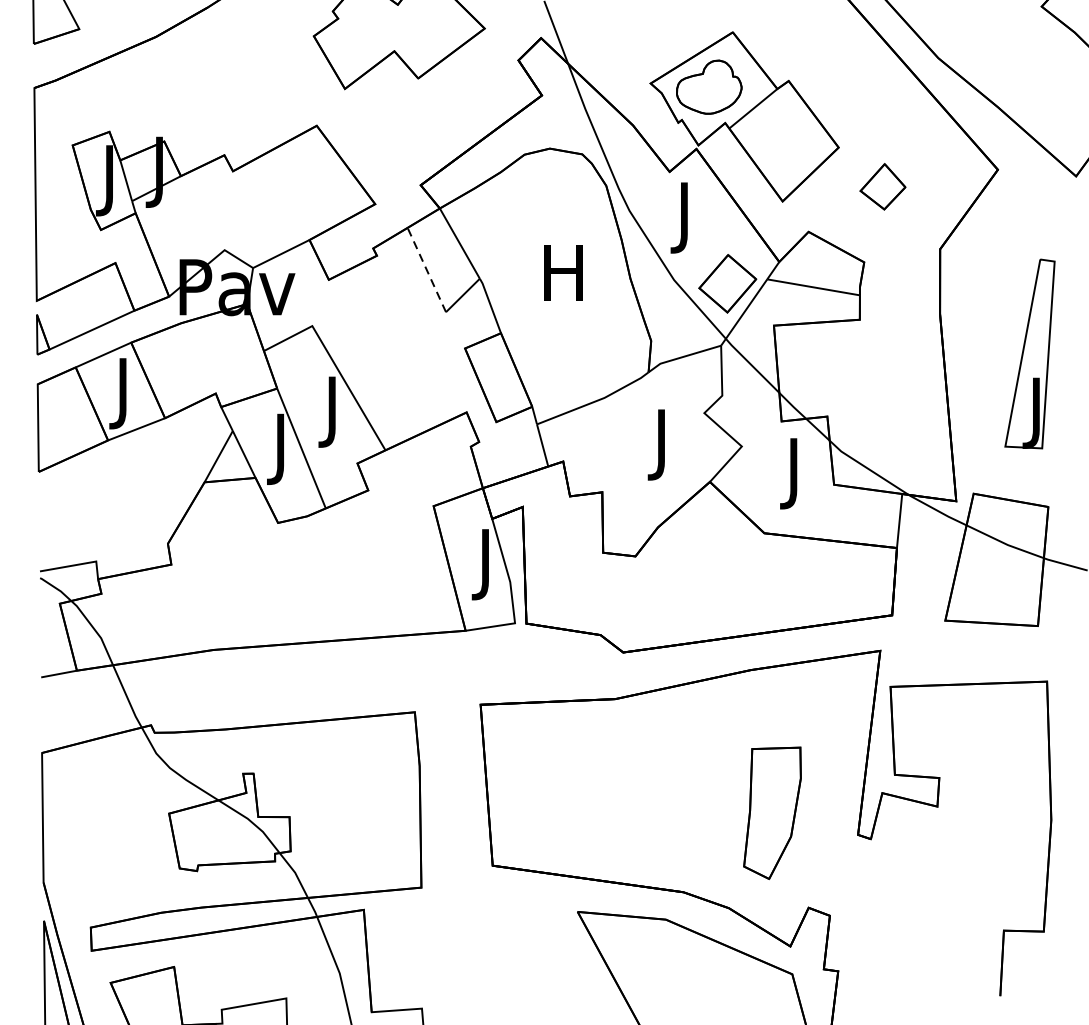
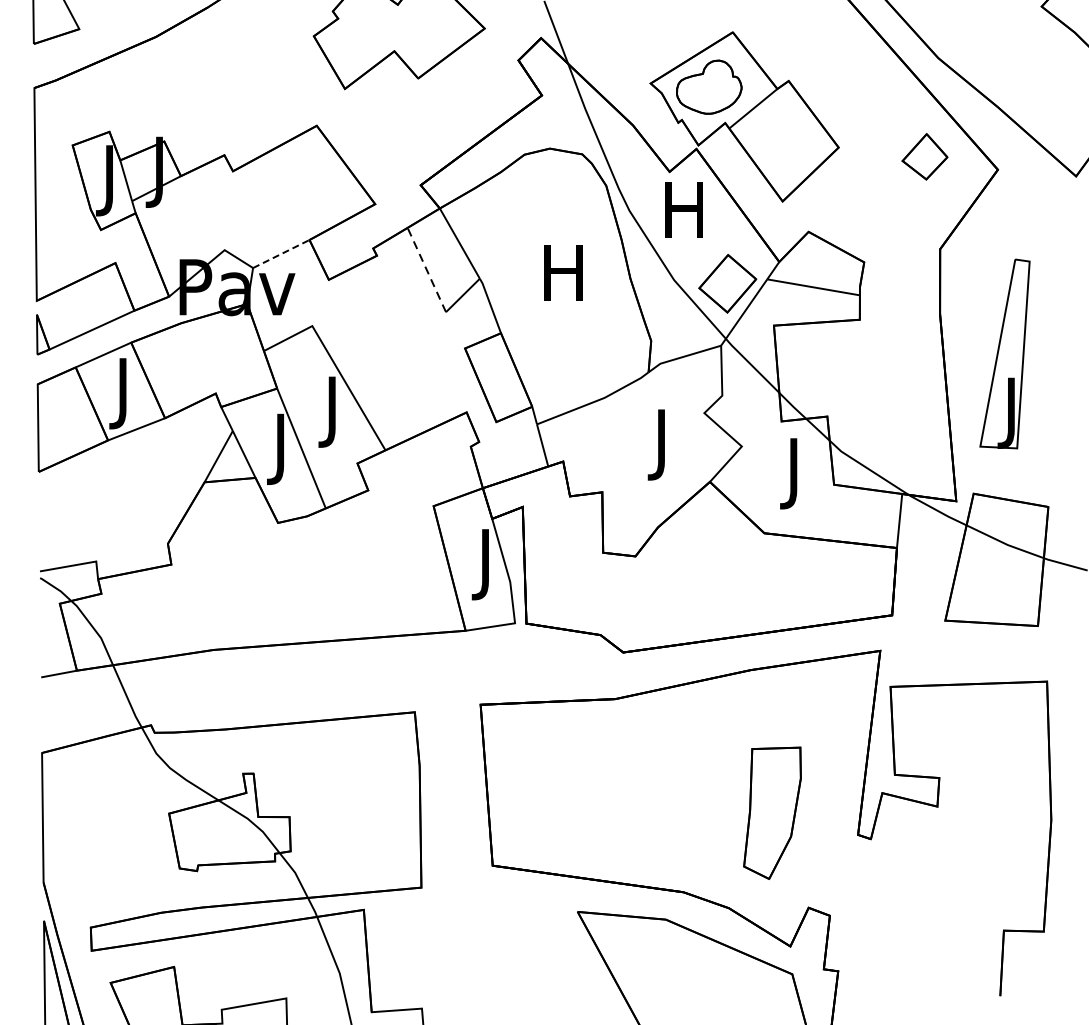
part at (882, 186) position: (882, 186) -> (924, 156)
text at (683, 217): J -> H
line at (281, 253): solid -> dashed
part at (1029, 353) position: (1029, 353) -> (1004, 353)
